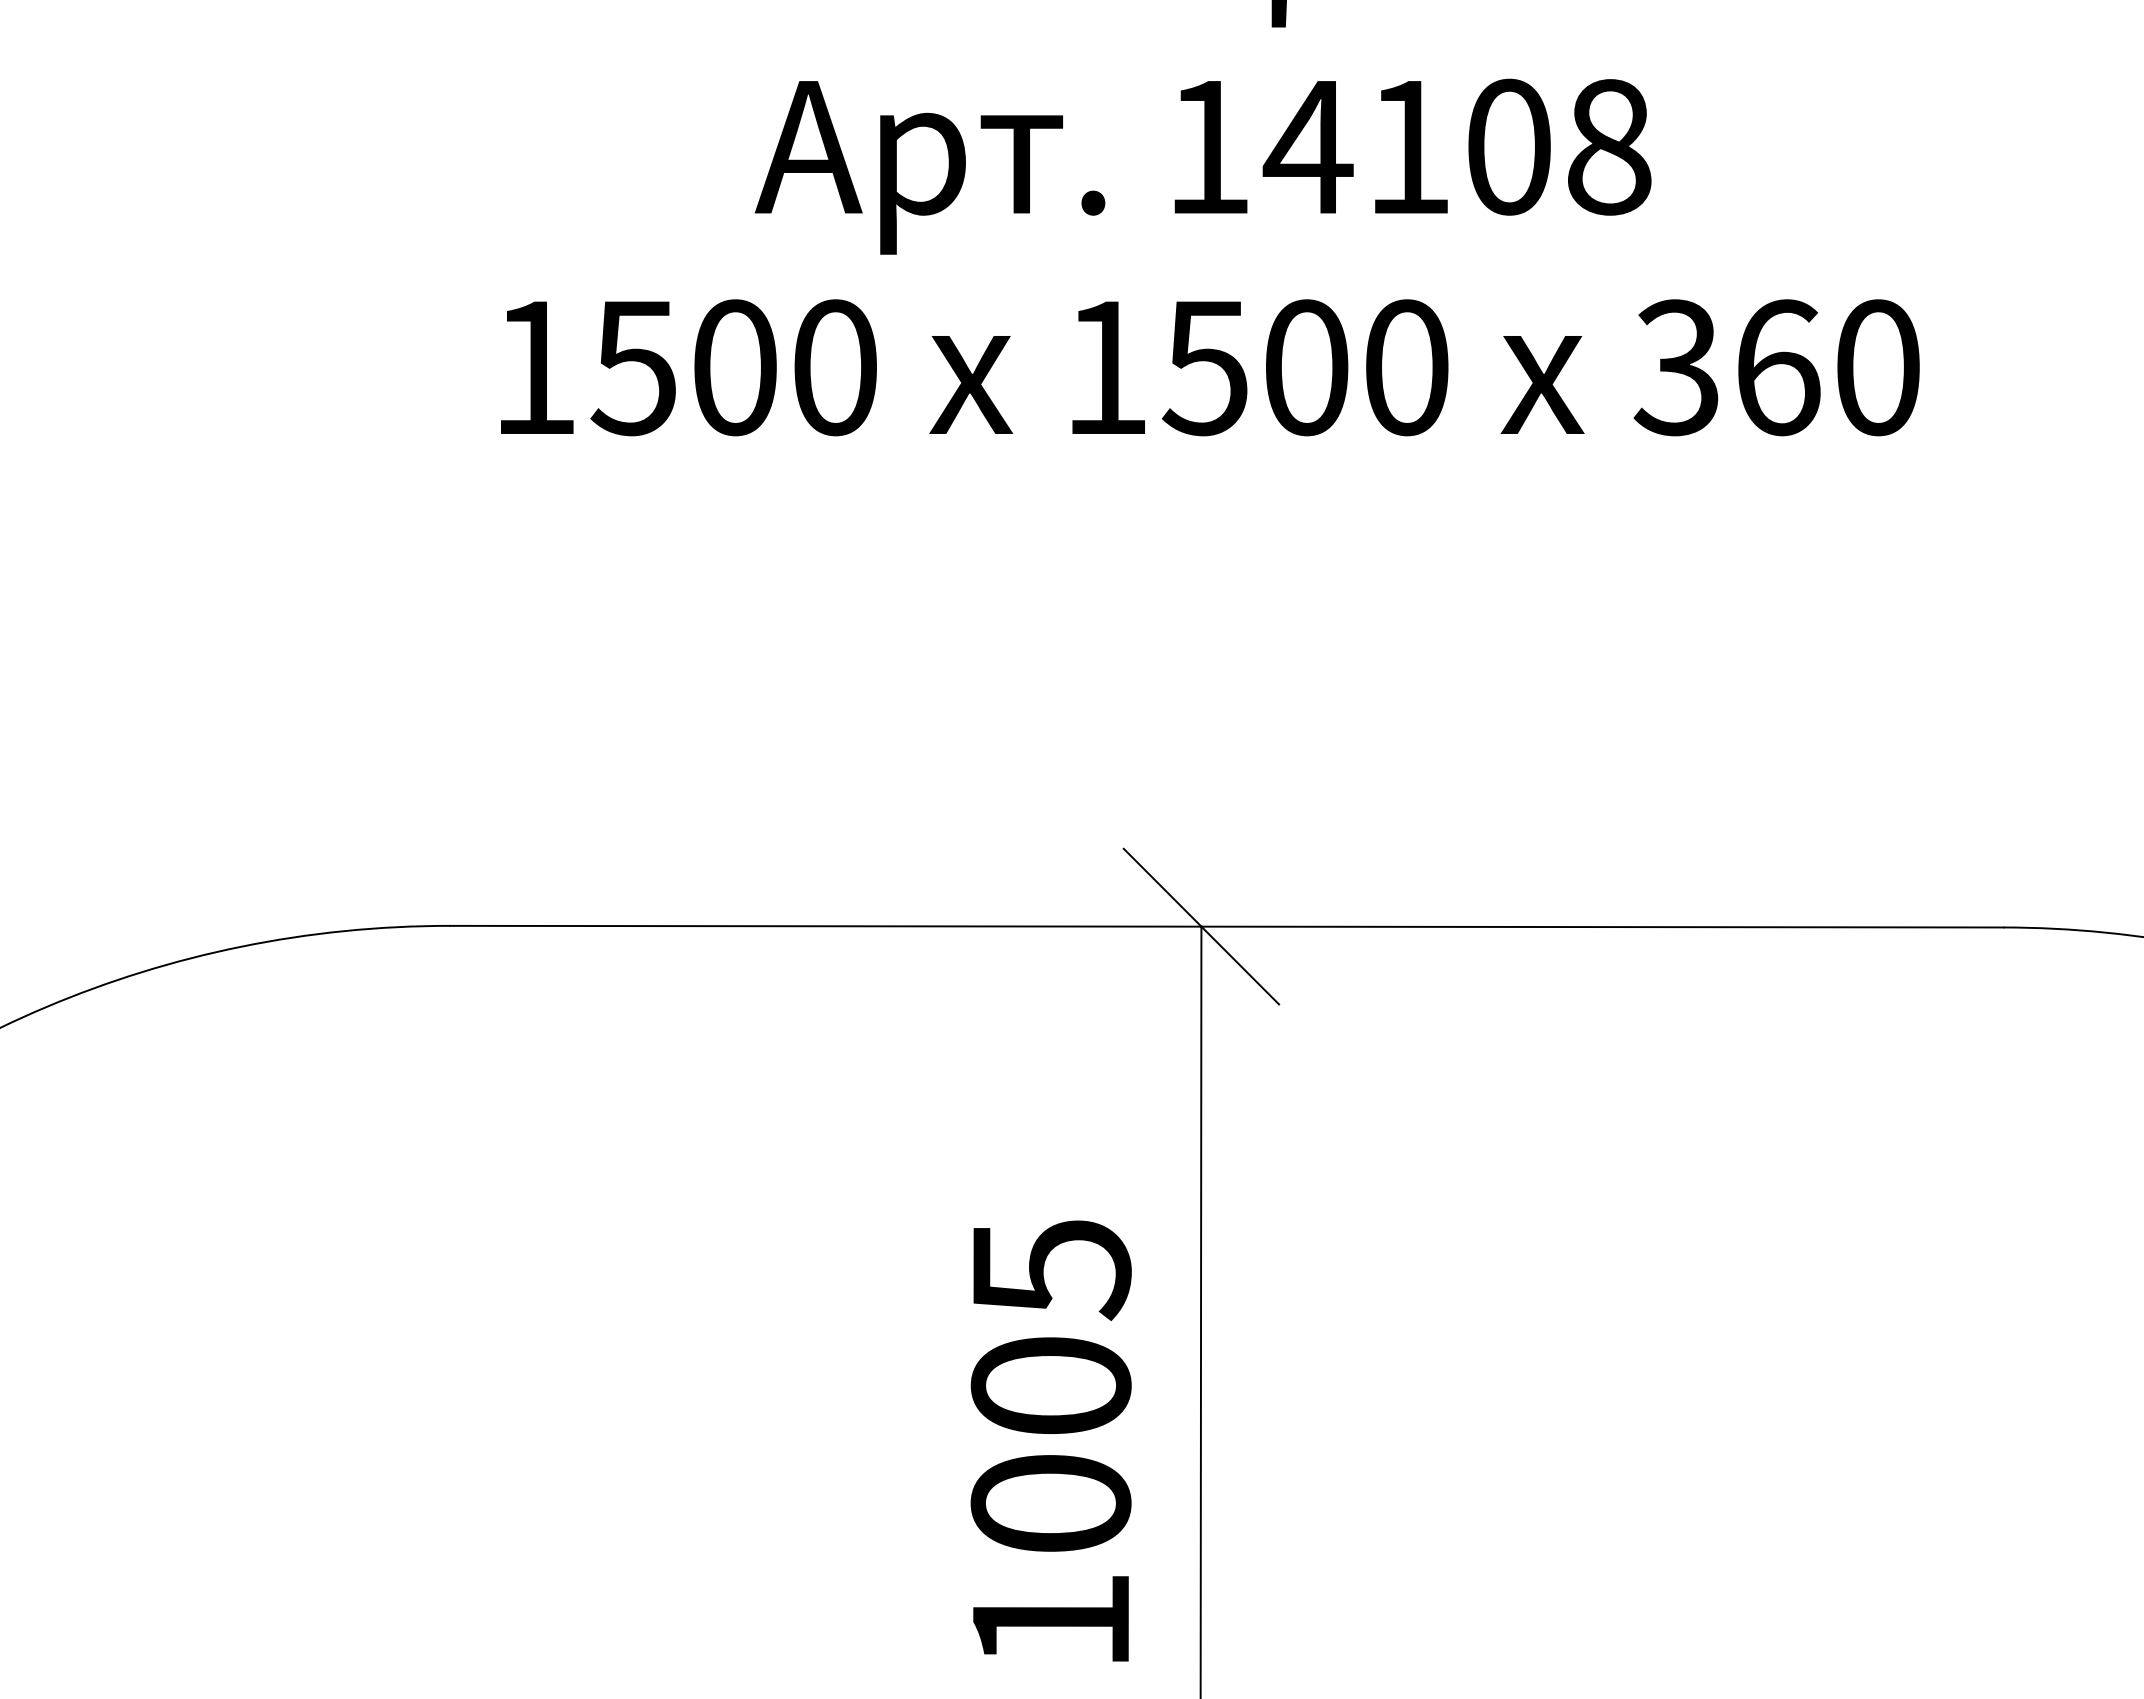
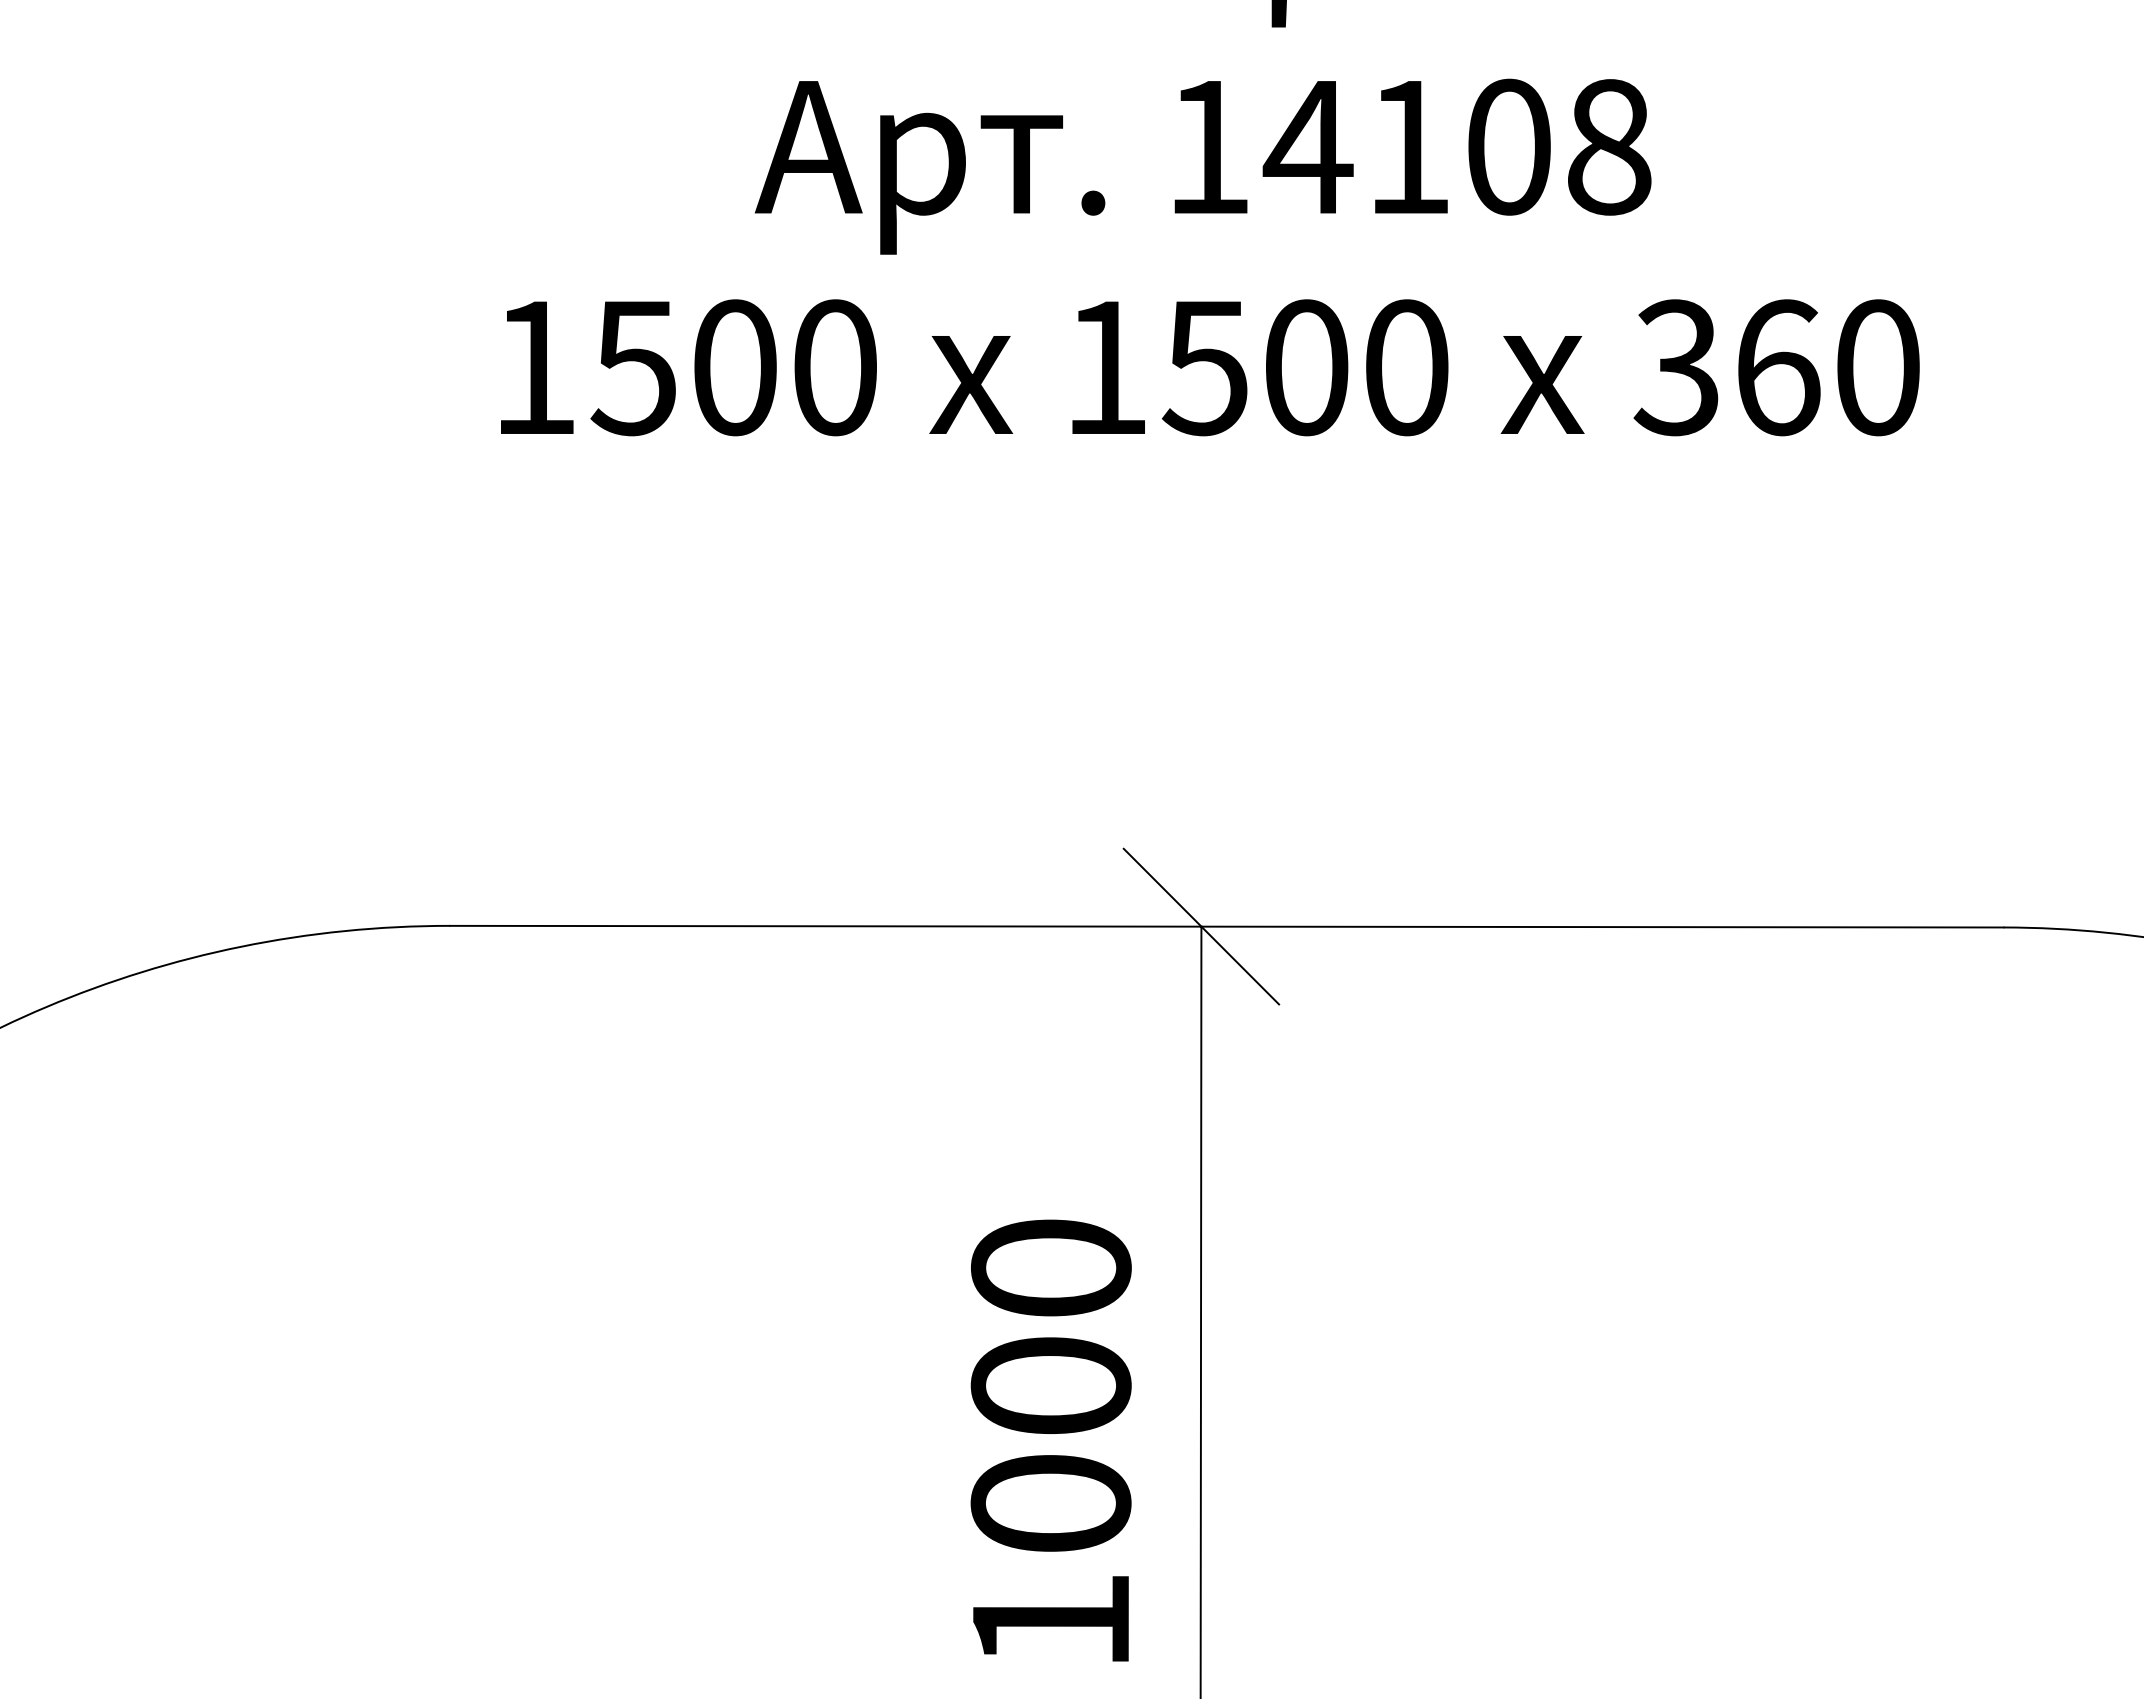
text at (1051, 1270): 1005 -> 1000
